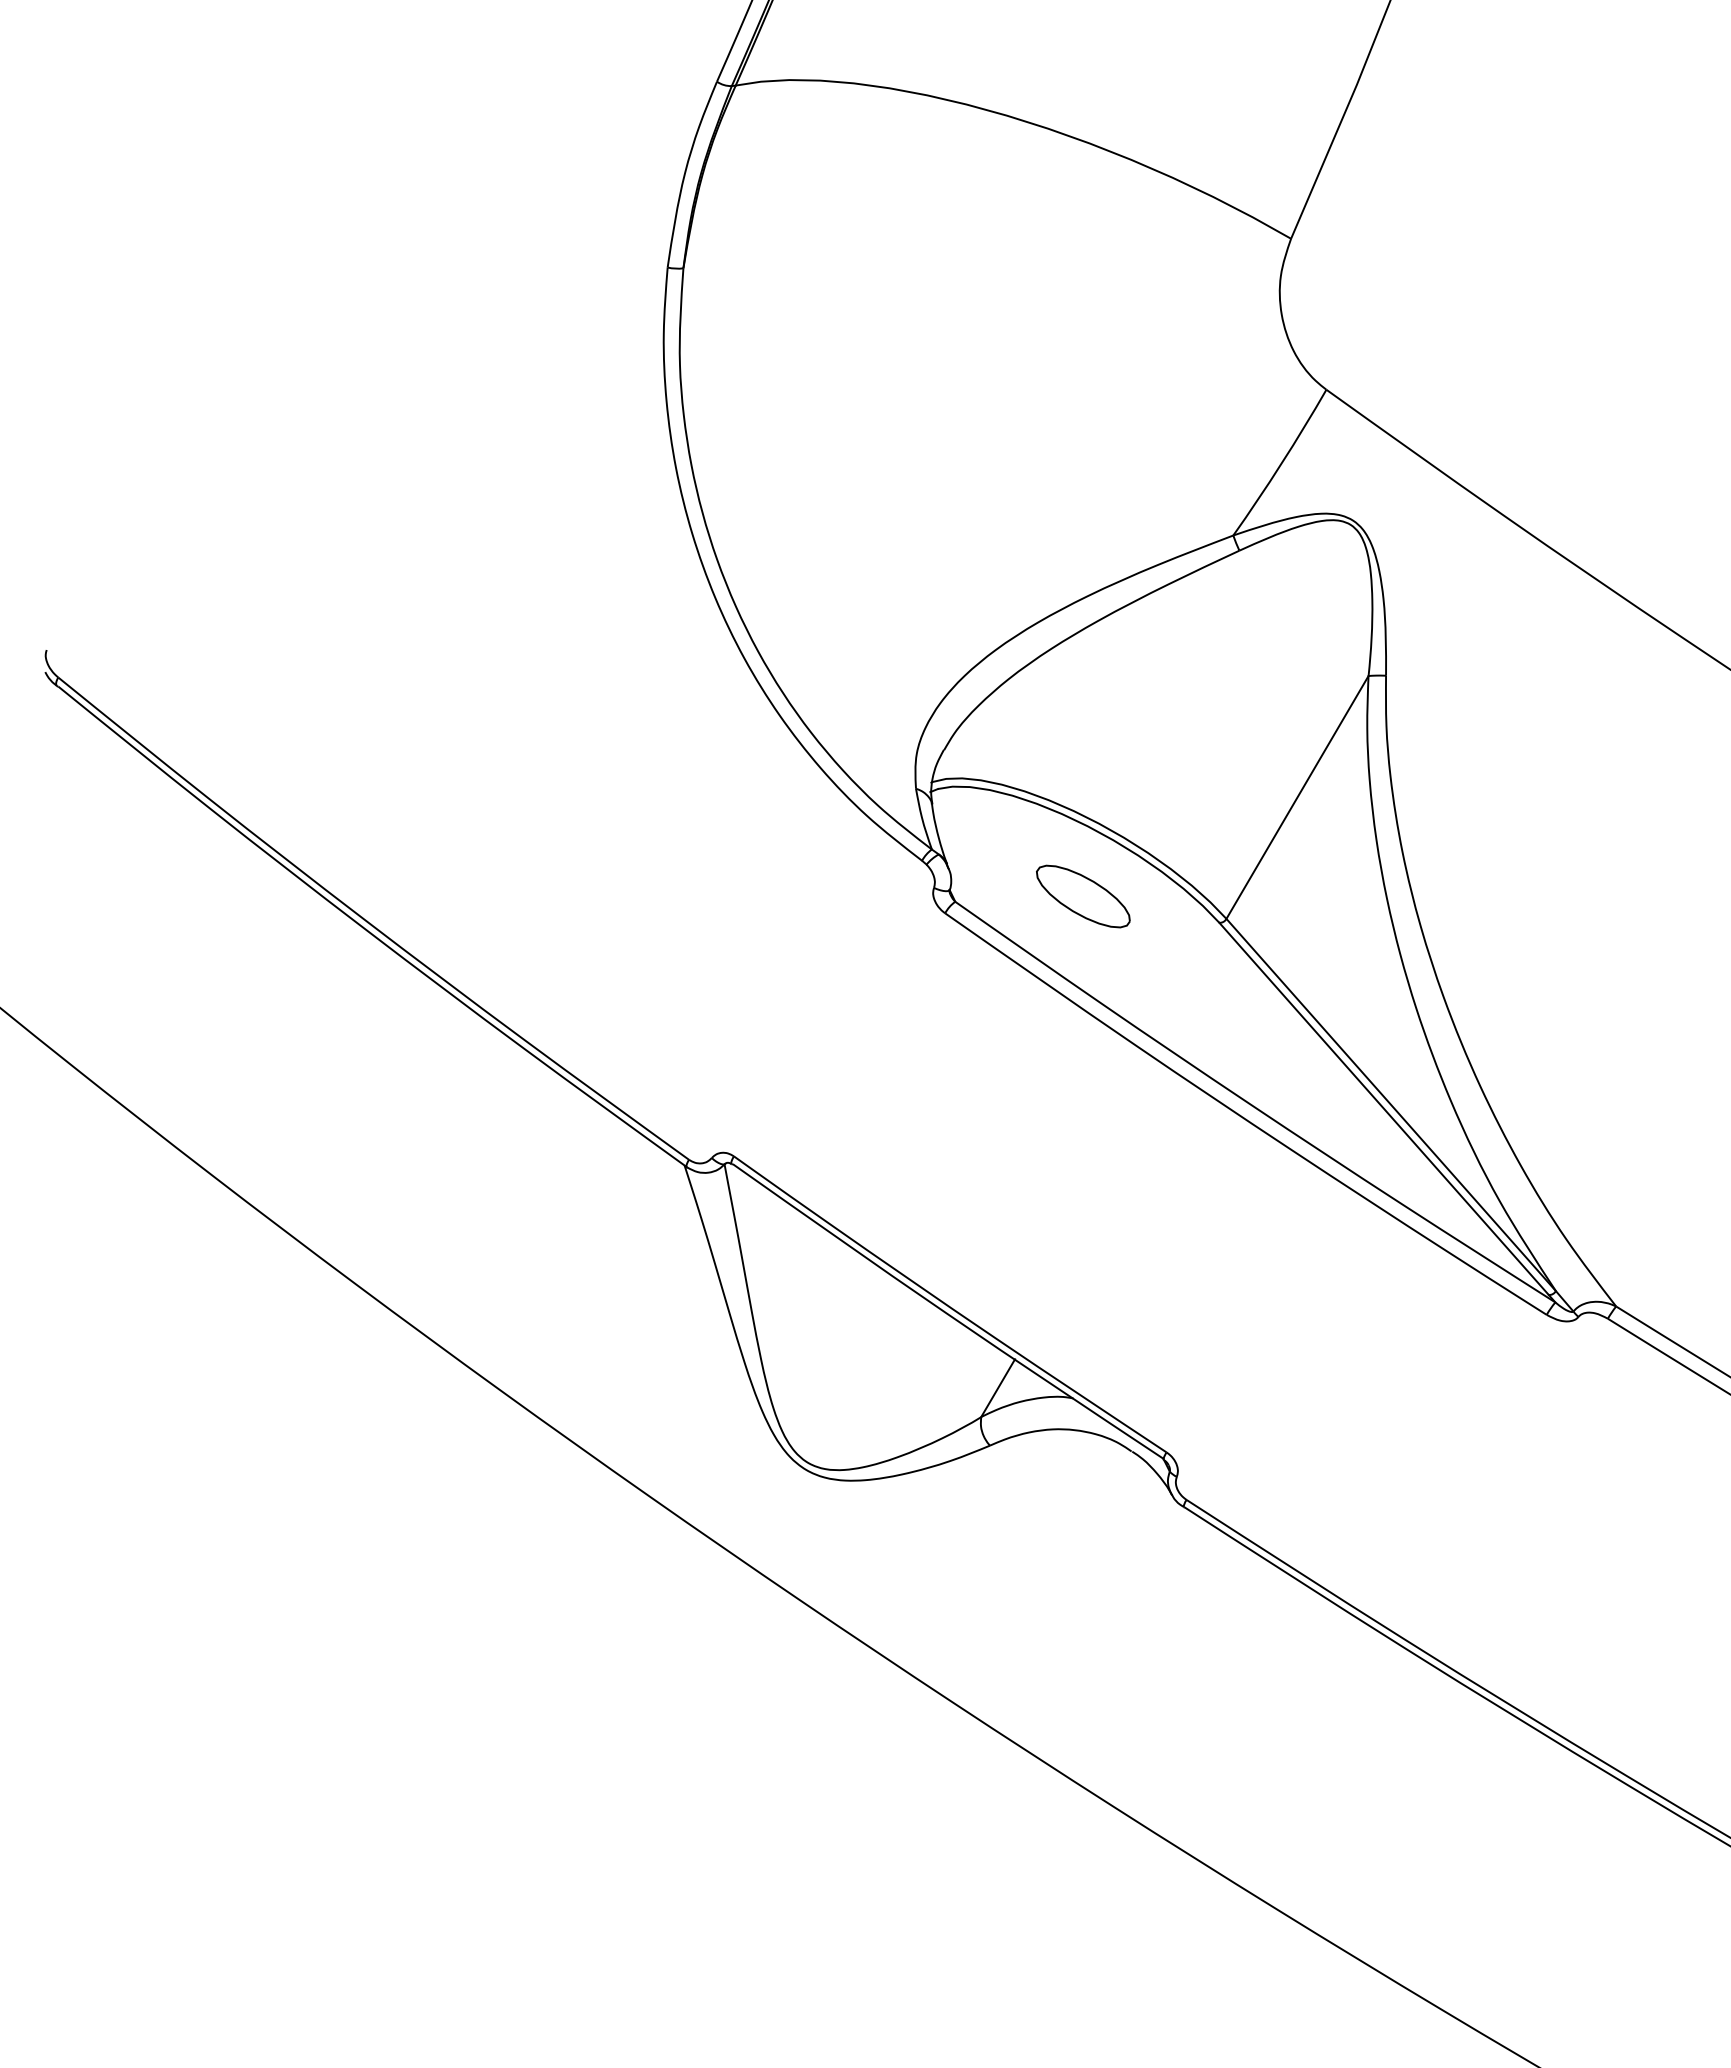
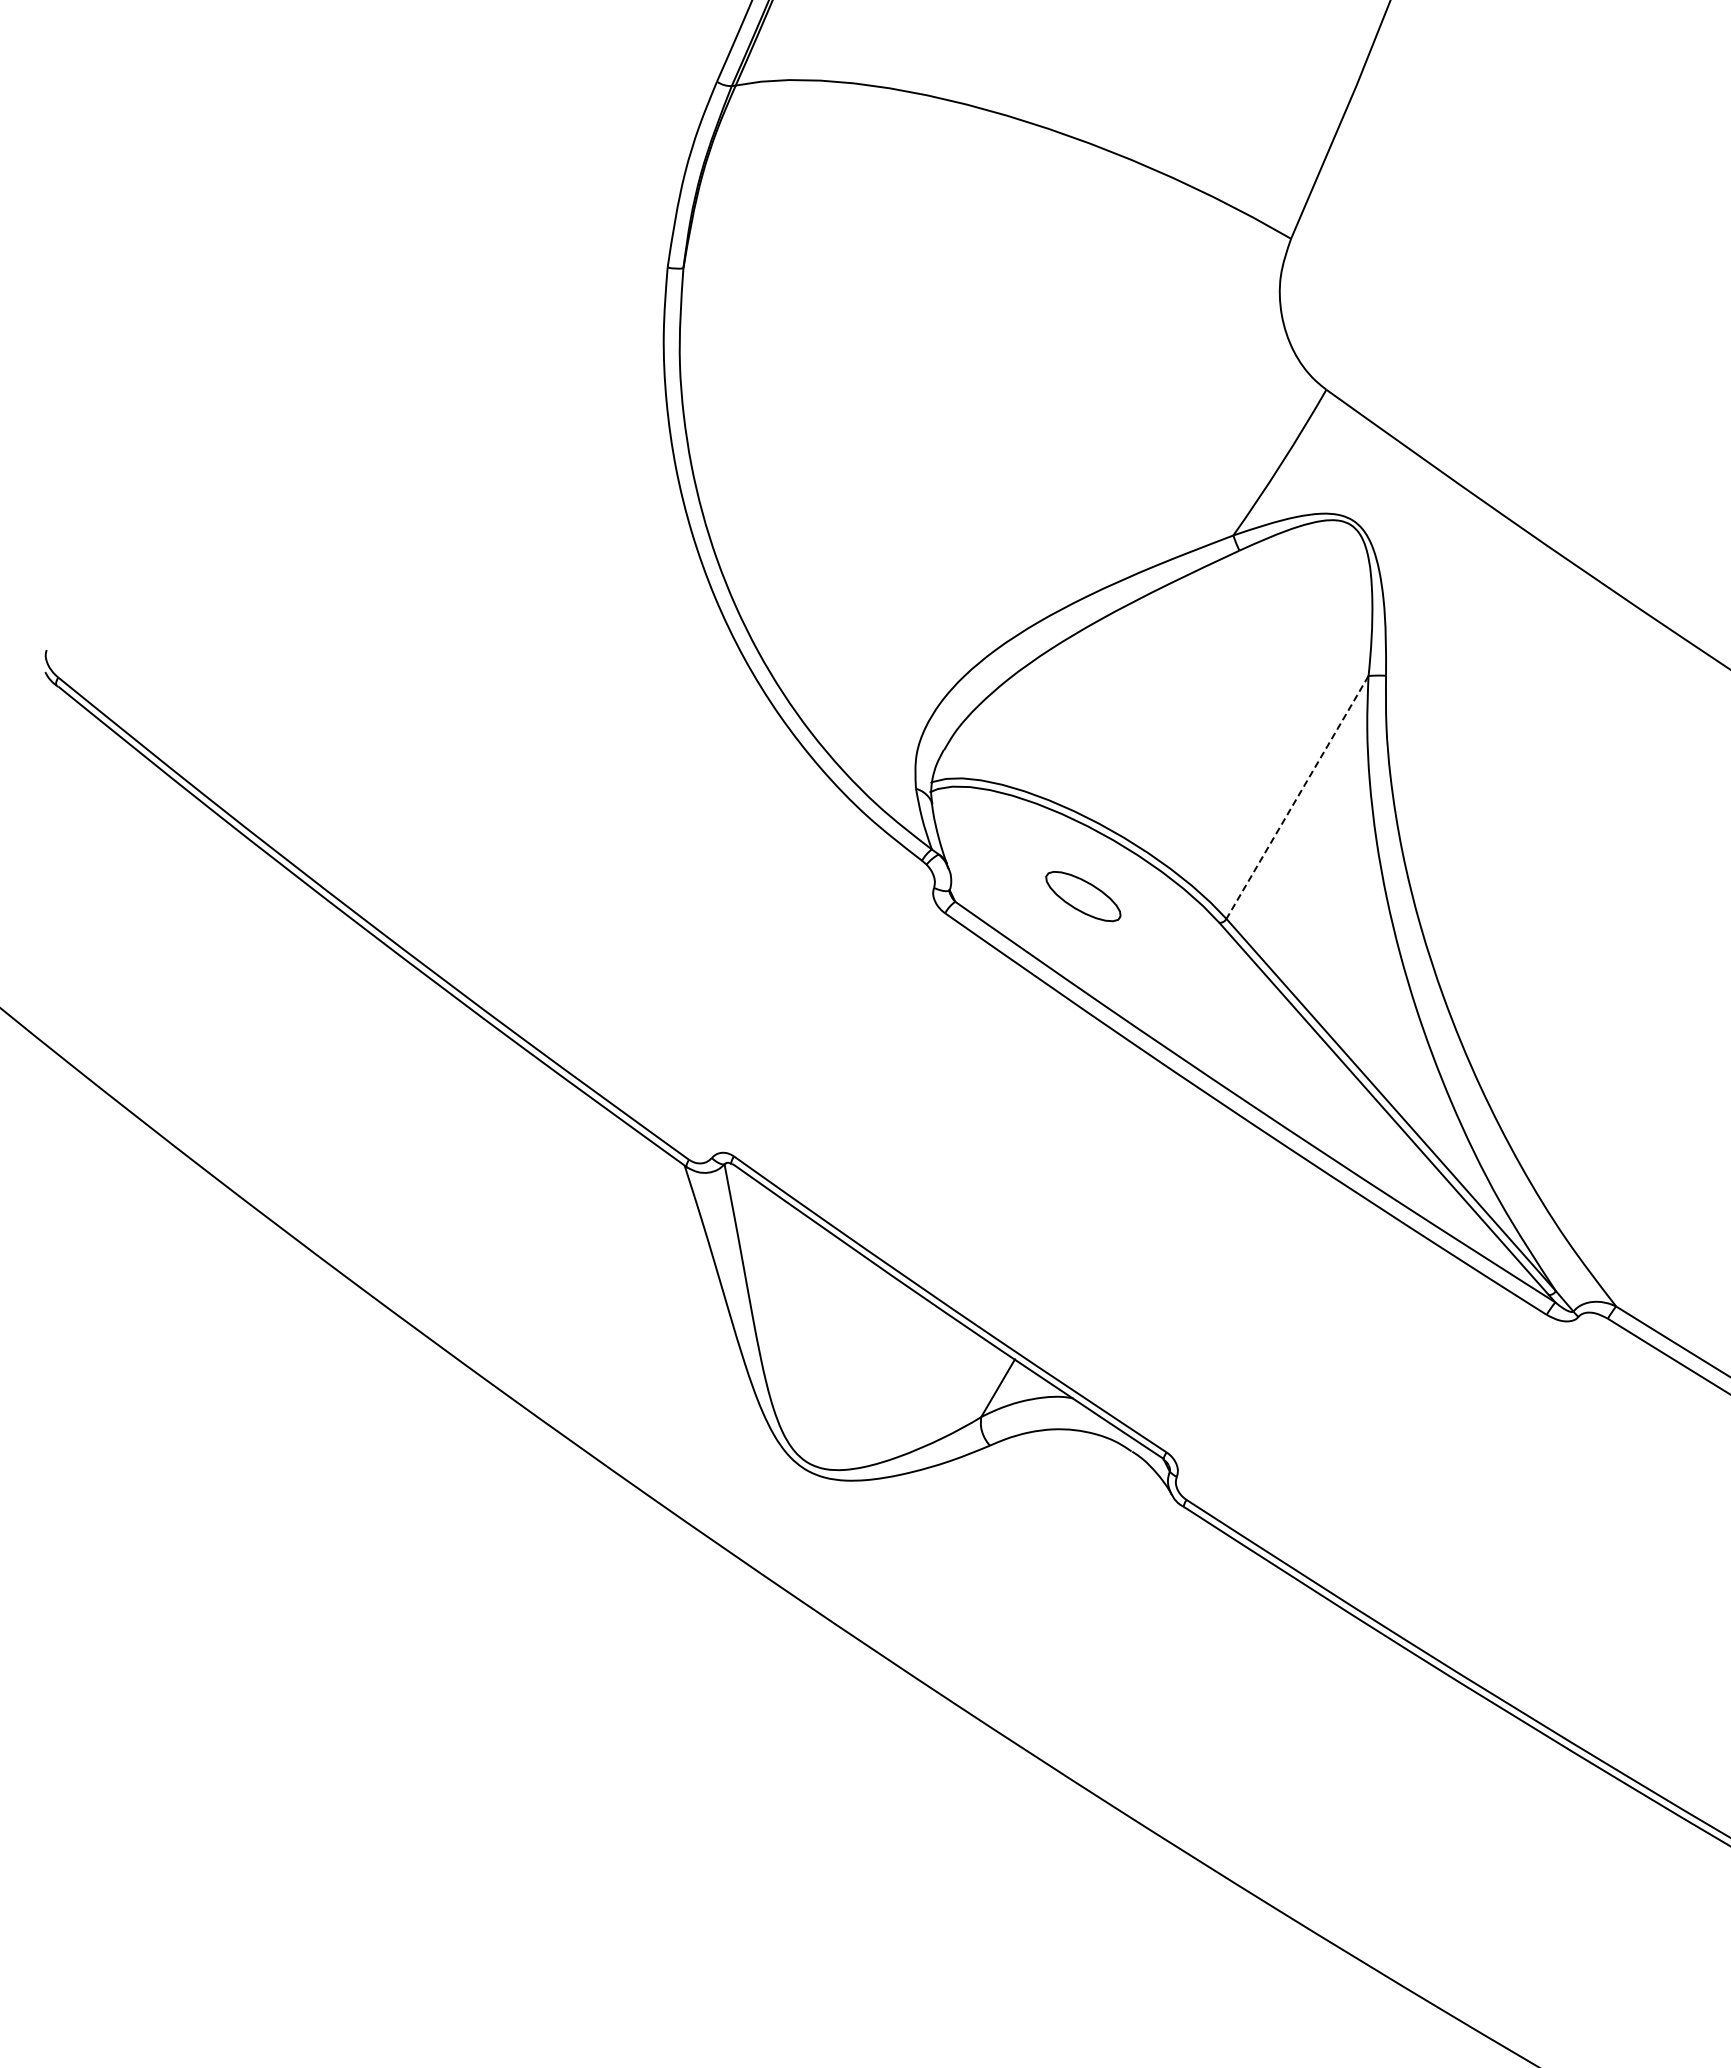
line at (1297, 797): solid -> dashed
part at (1083, 896) size: 95x65 px -> 77x52 px
